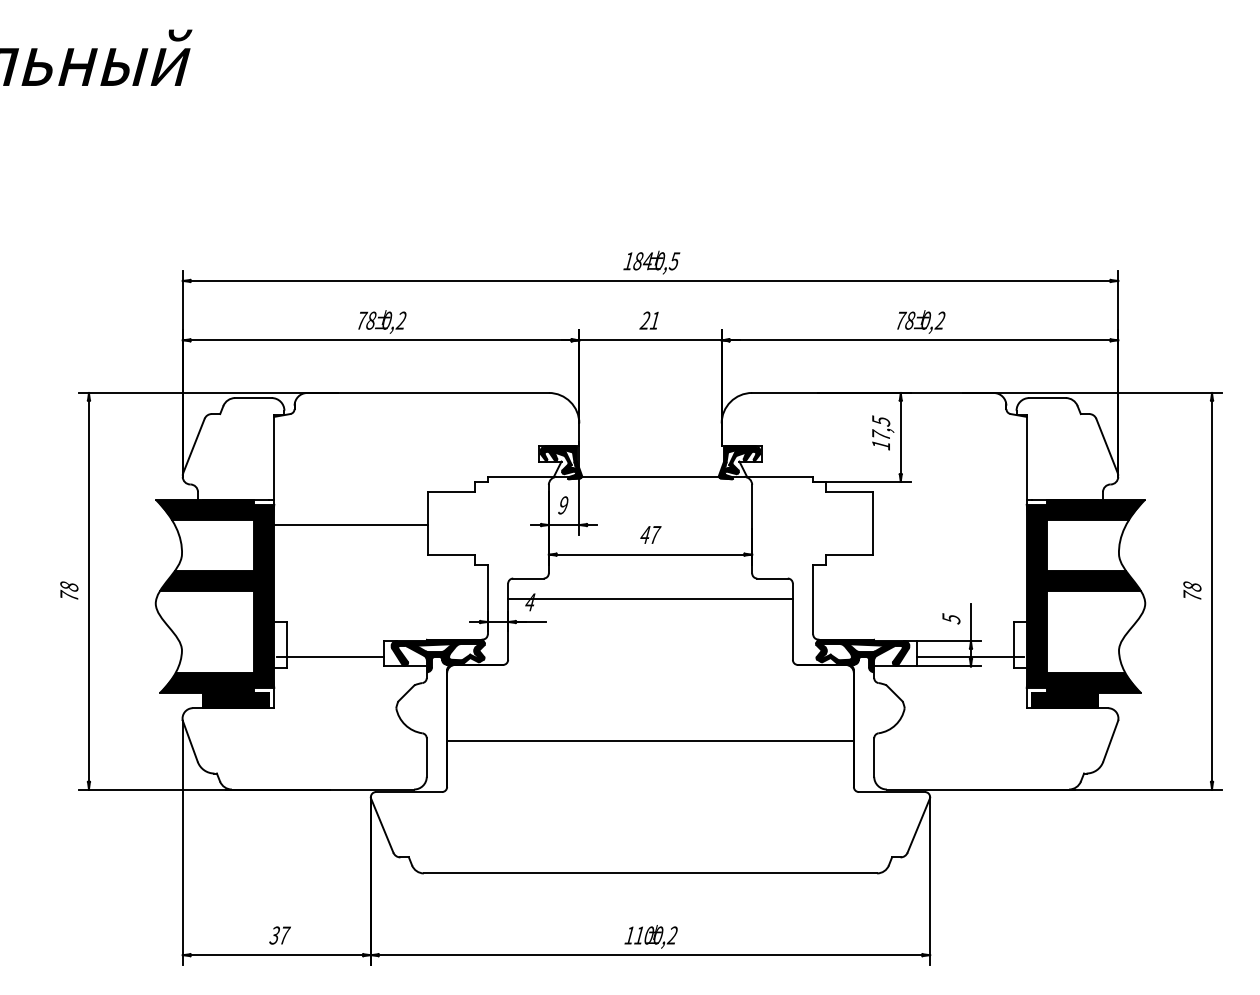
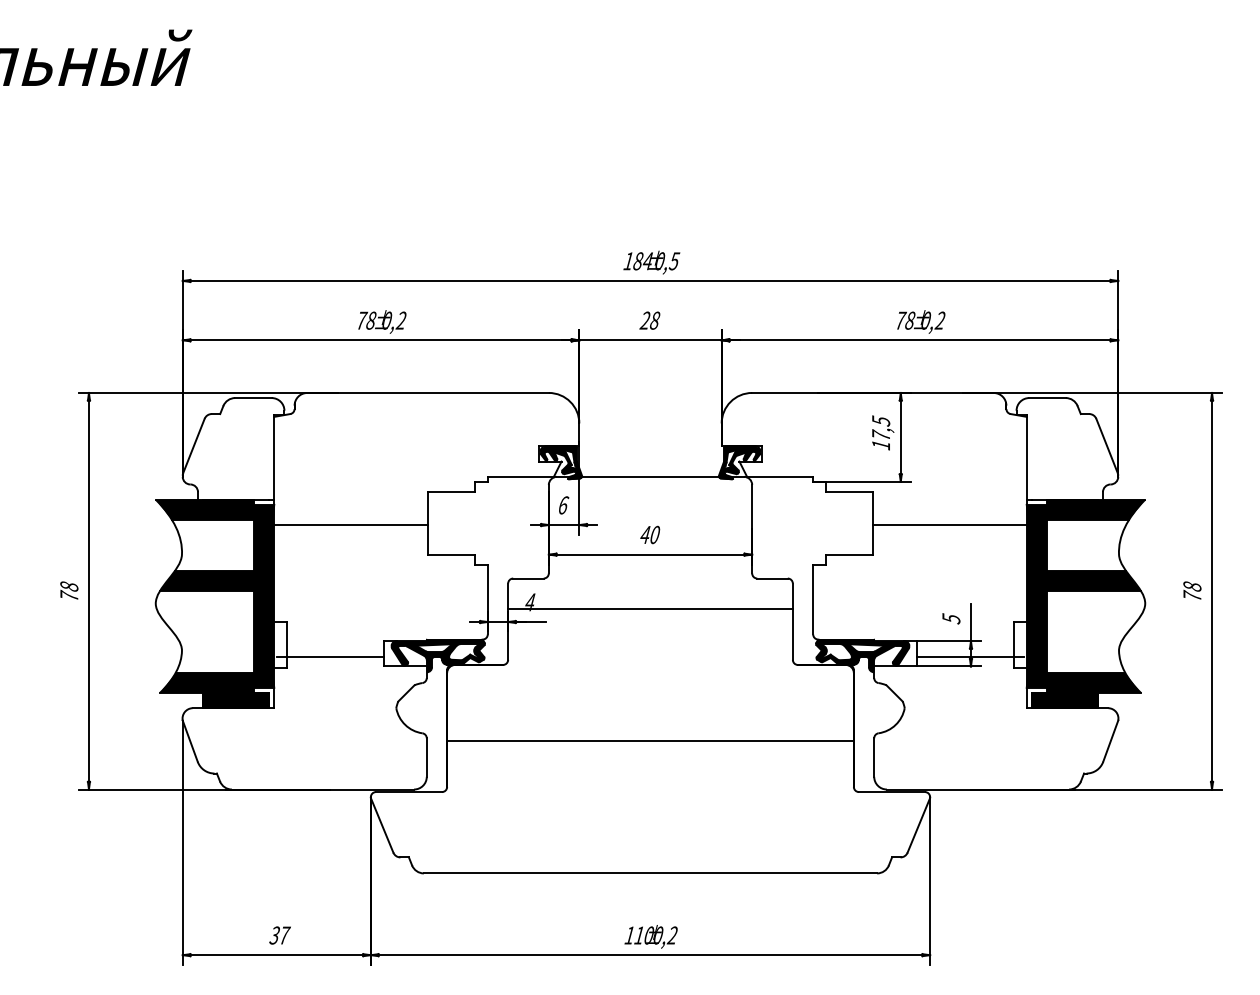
text at (654, 320): 21 -> 28
text at (563, 505): 9 -> 6
line at (954, 525): none -> present
text at (655, 534): 47 -> 40
line at (650, 599) position: (650, 599) -> (650, 609)
